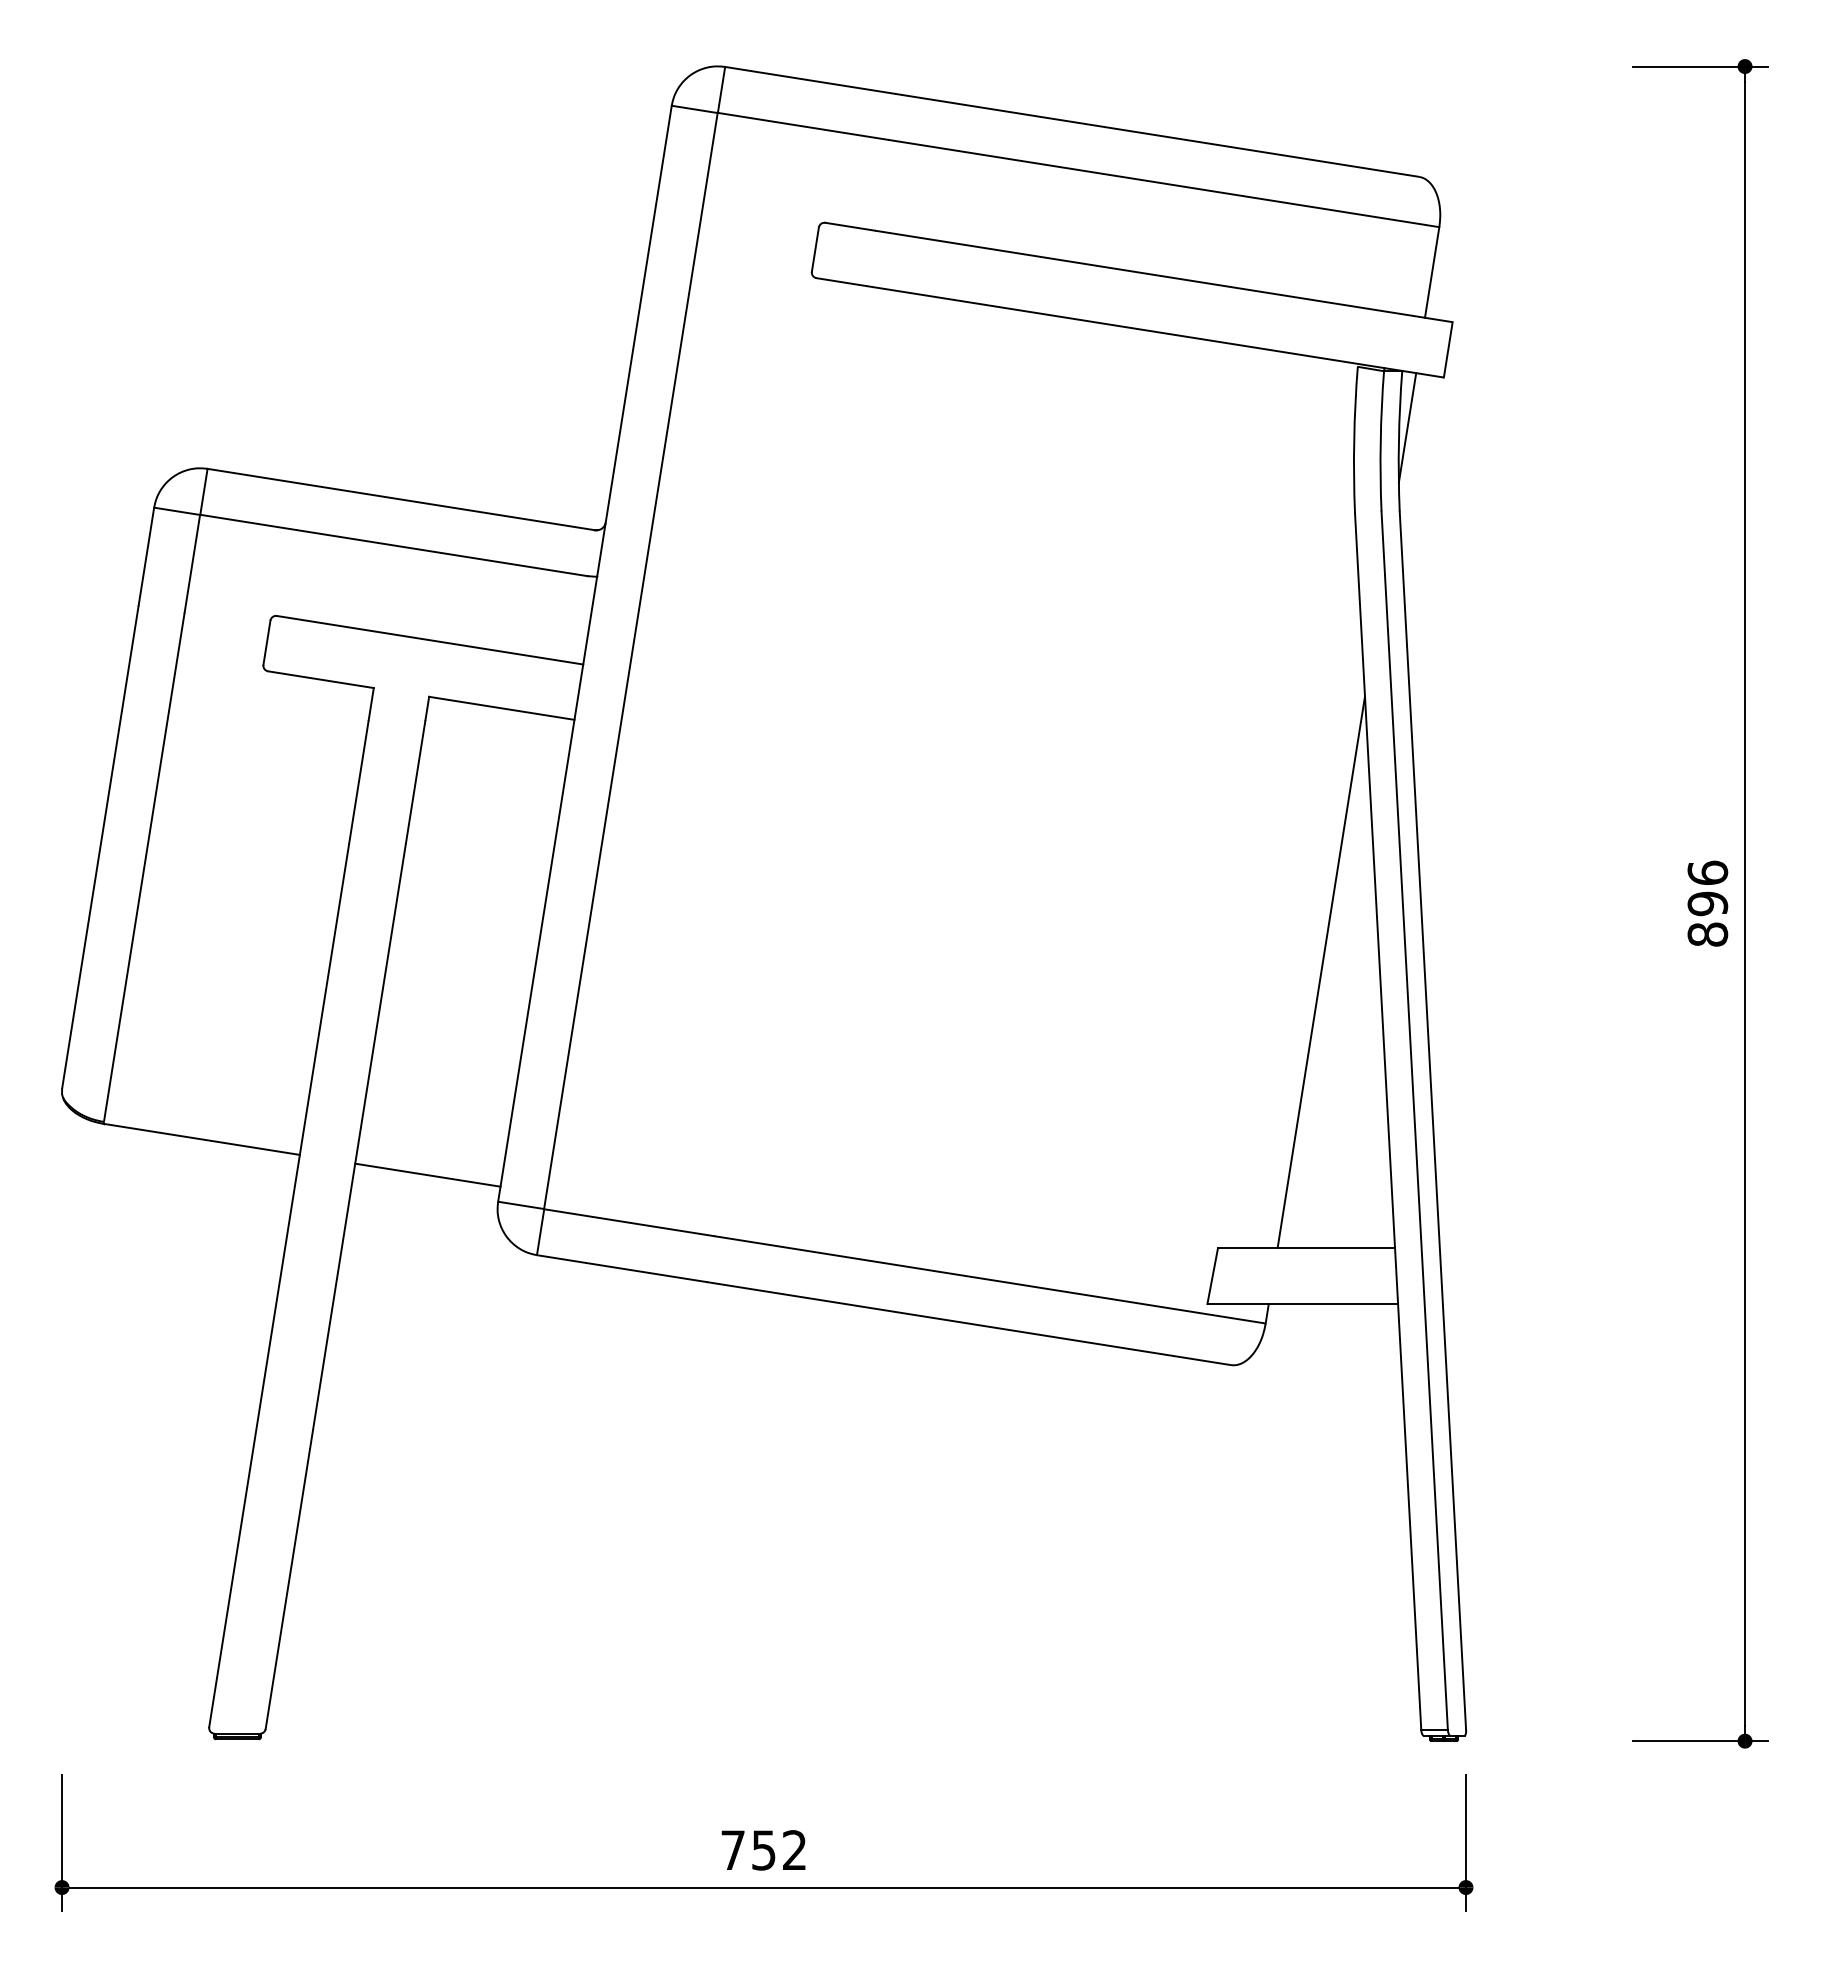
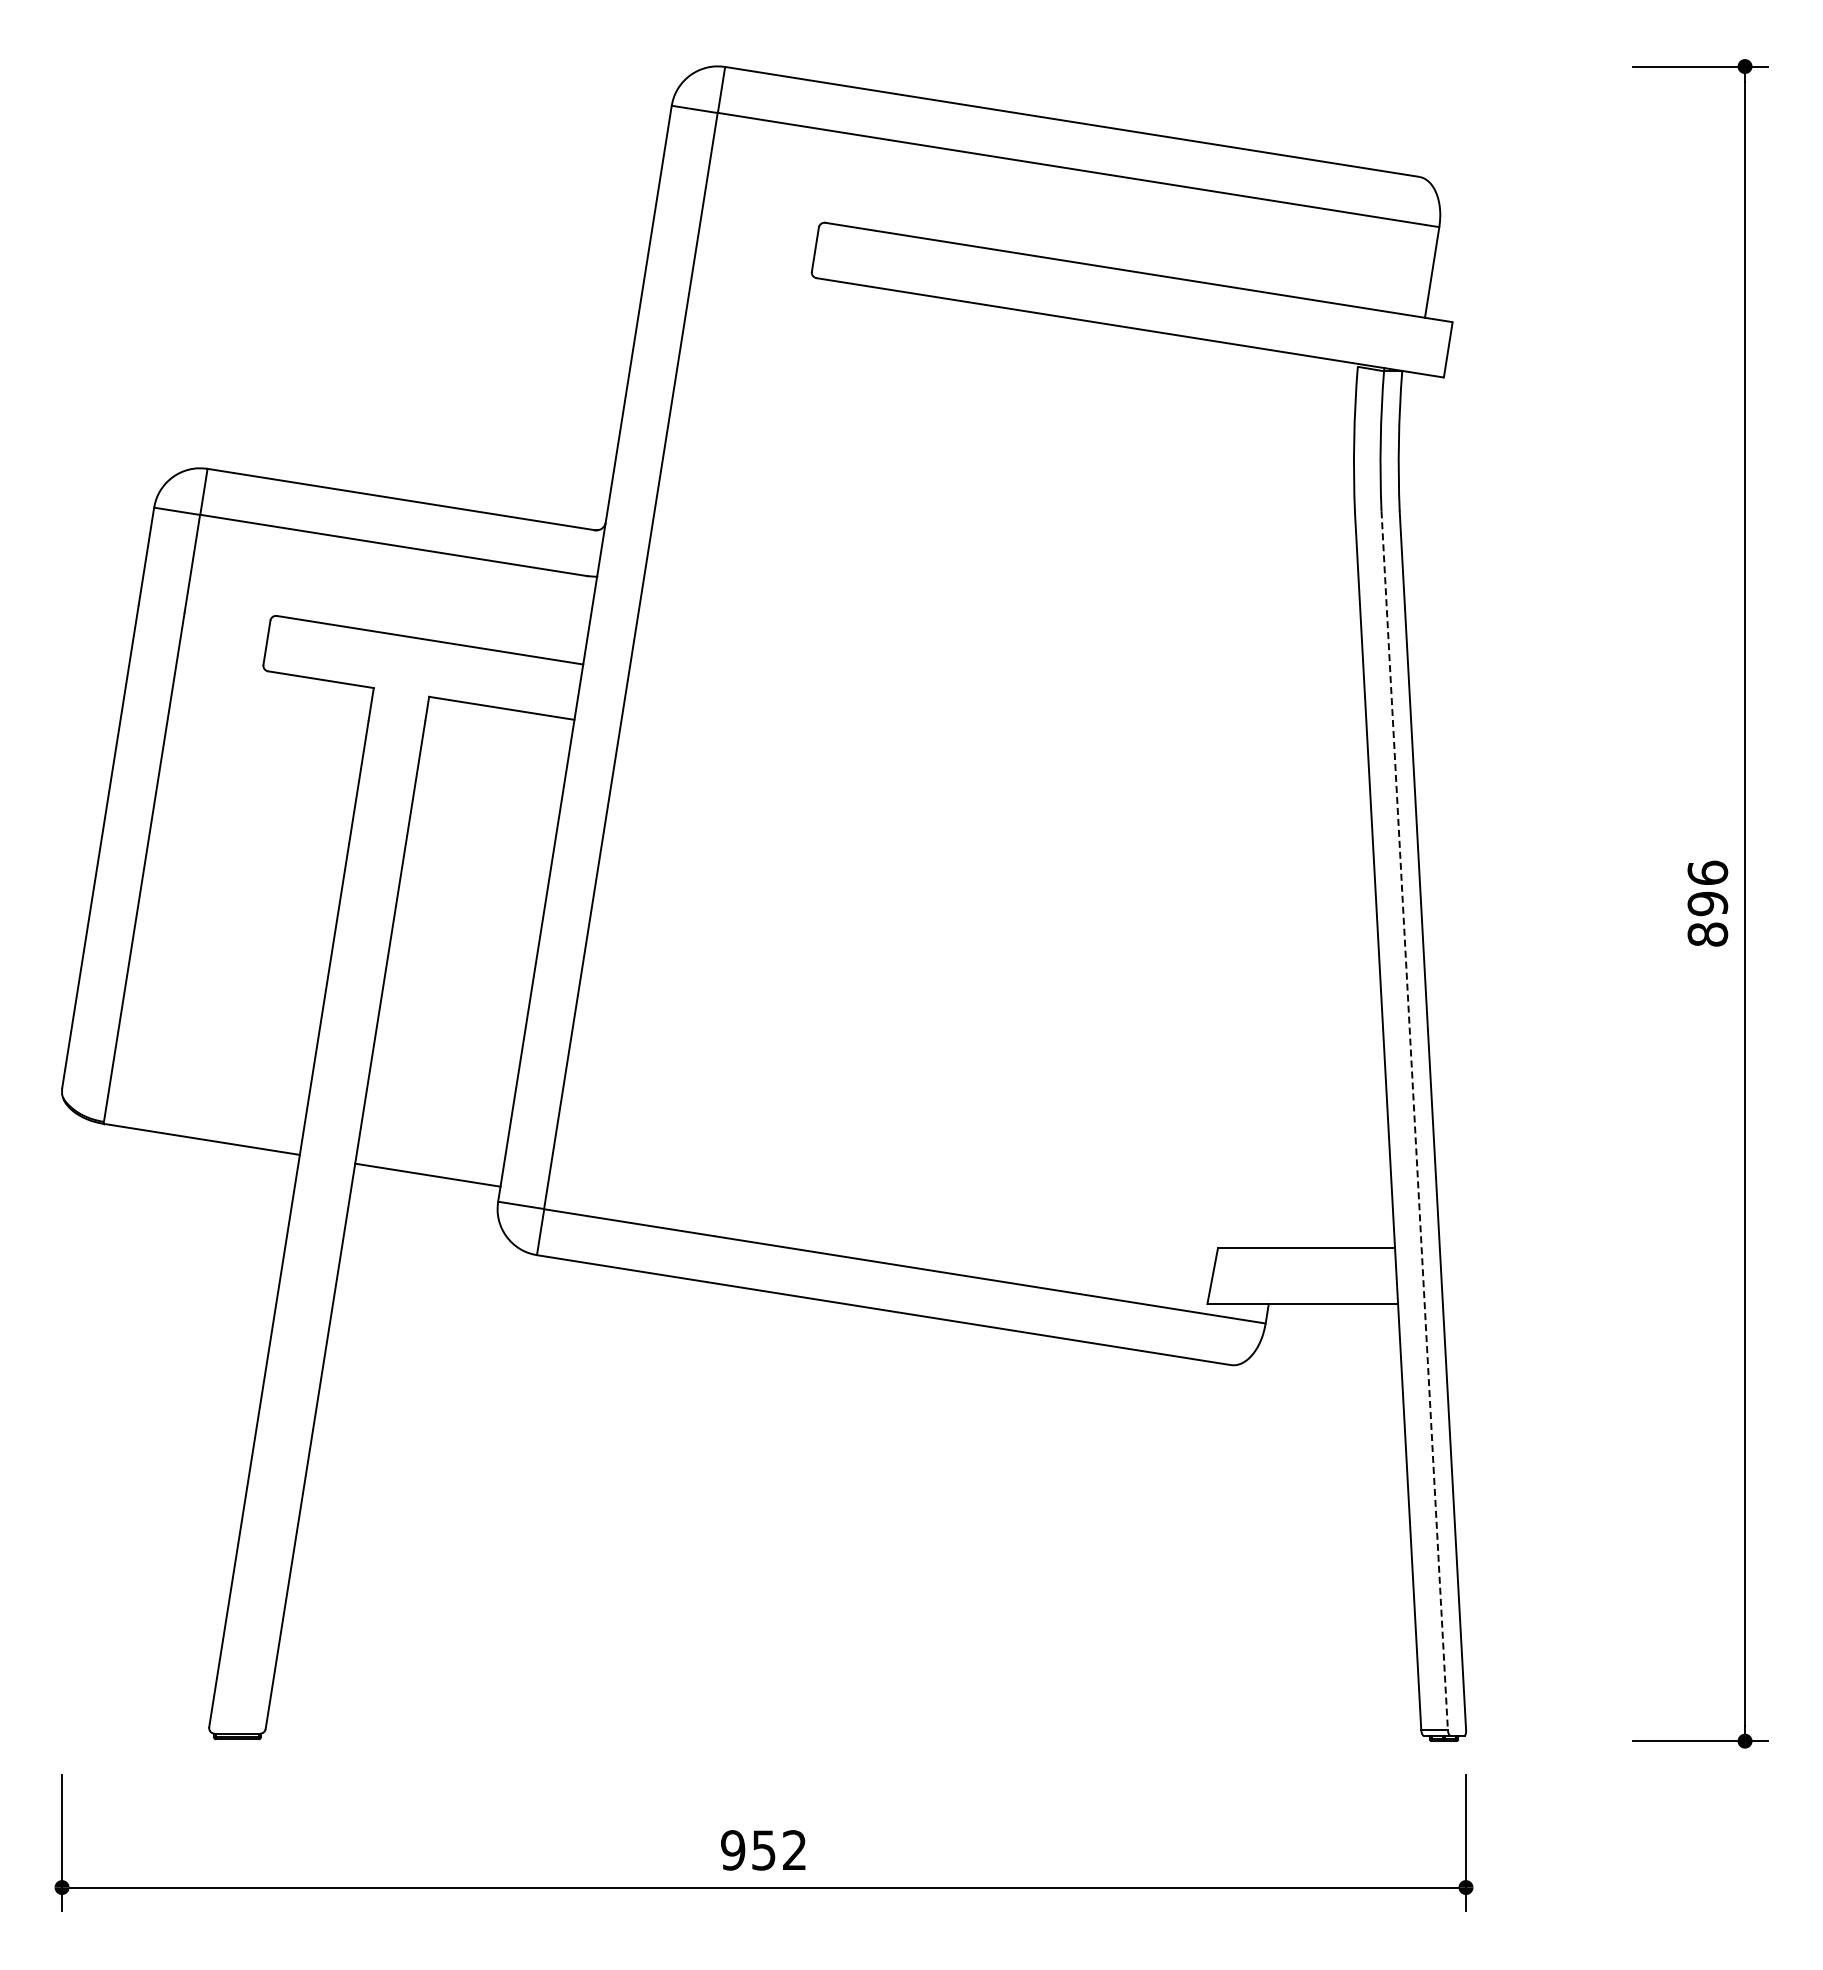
line at (1407, 427): present -> none
line at (1321, 972): present -> none
line at (1414, 1120): solid -> dashed
text at (733, 1850): 752 -> 952
